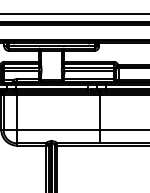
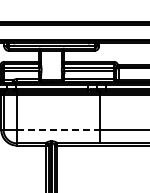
line at (74, 14): present -> none
line at (58, 129): solid -> dashed
